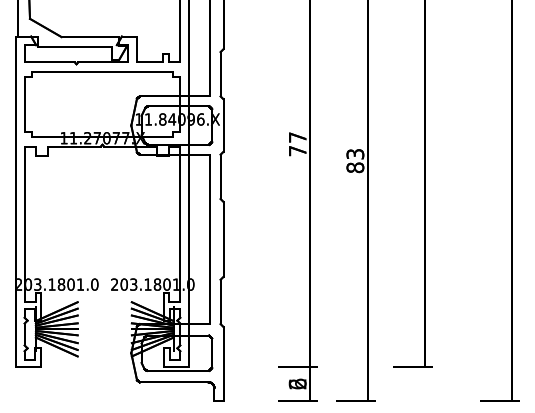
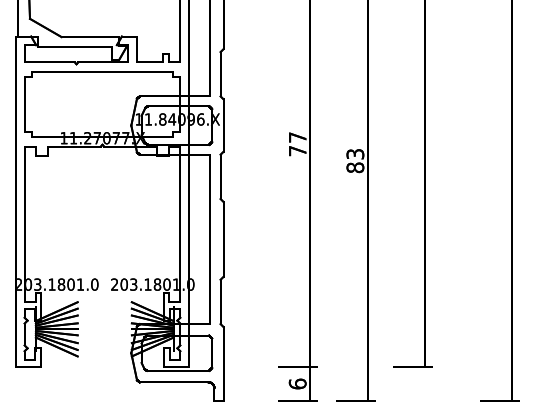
text at (297, 383): 2 -> 6
